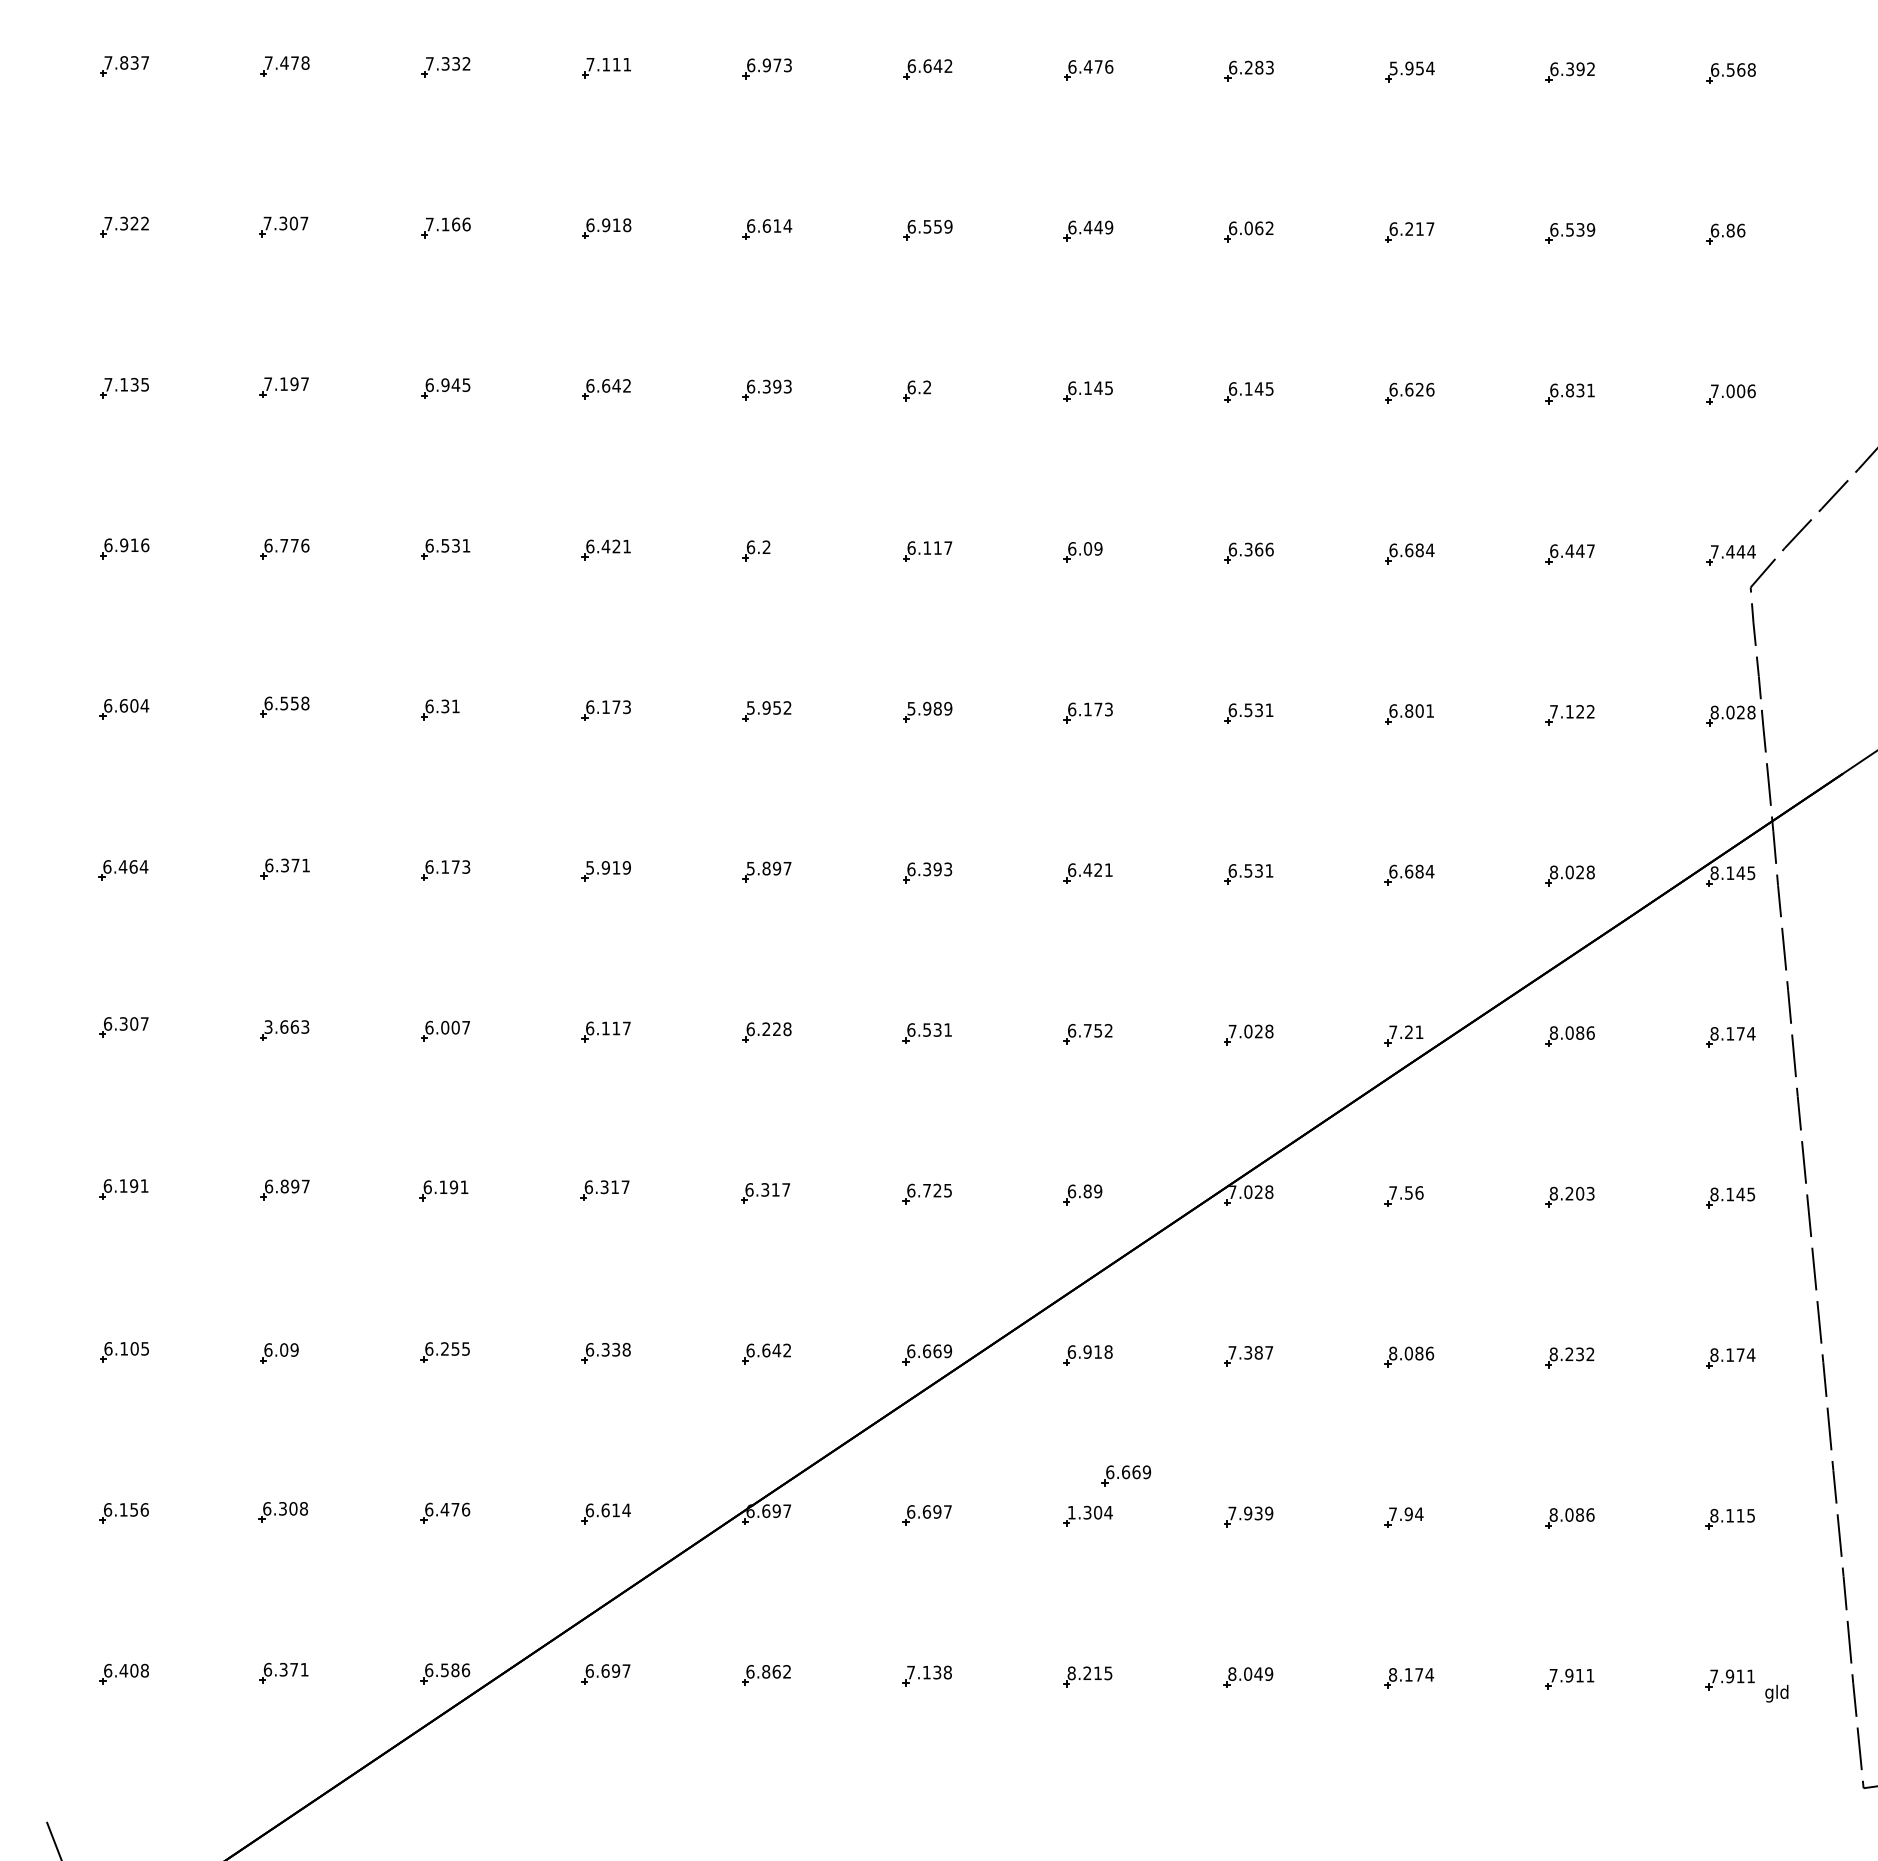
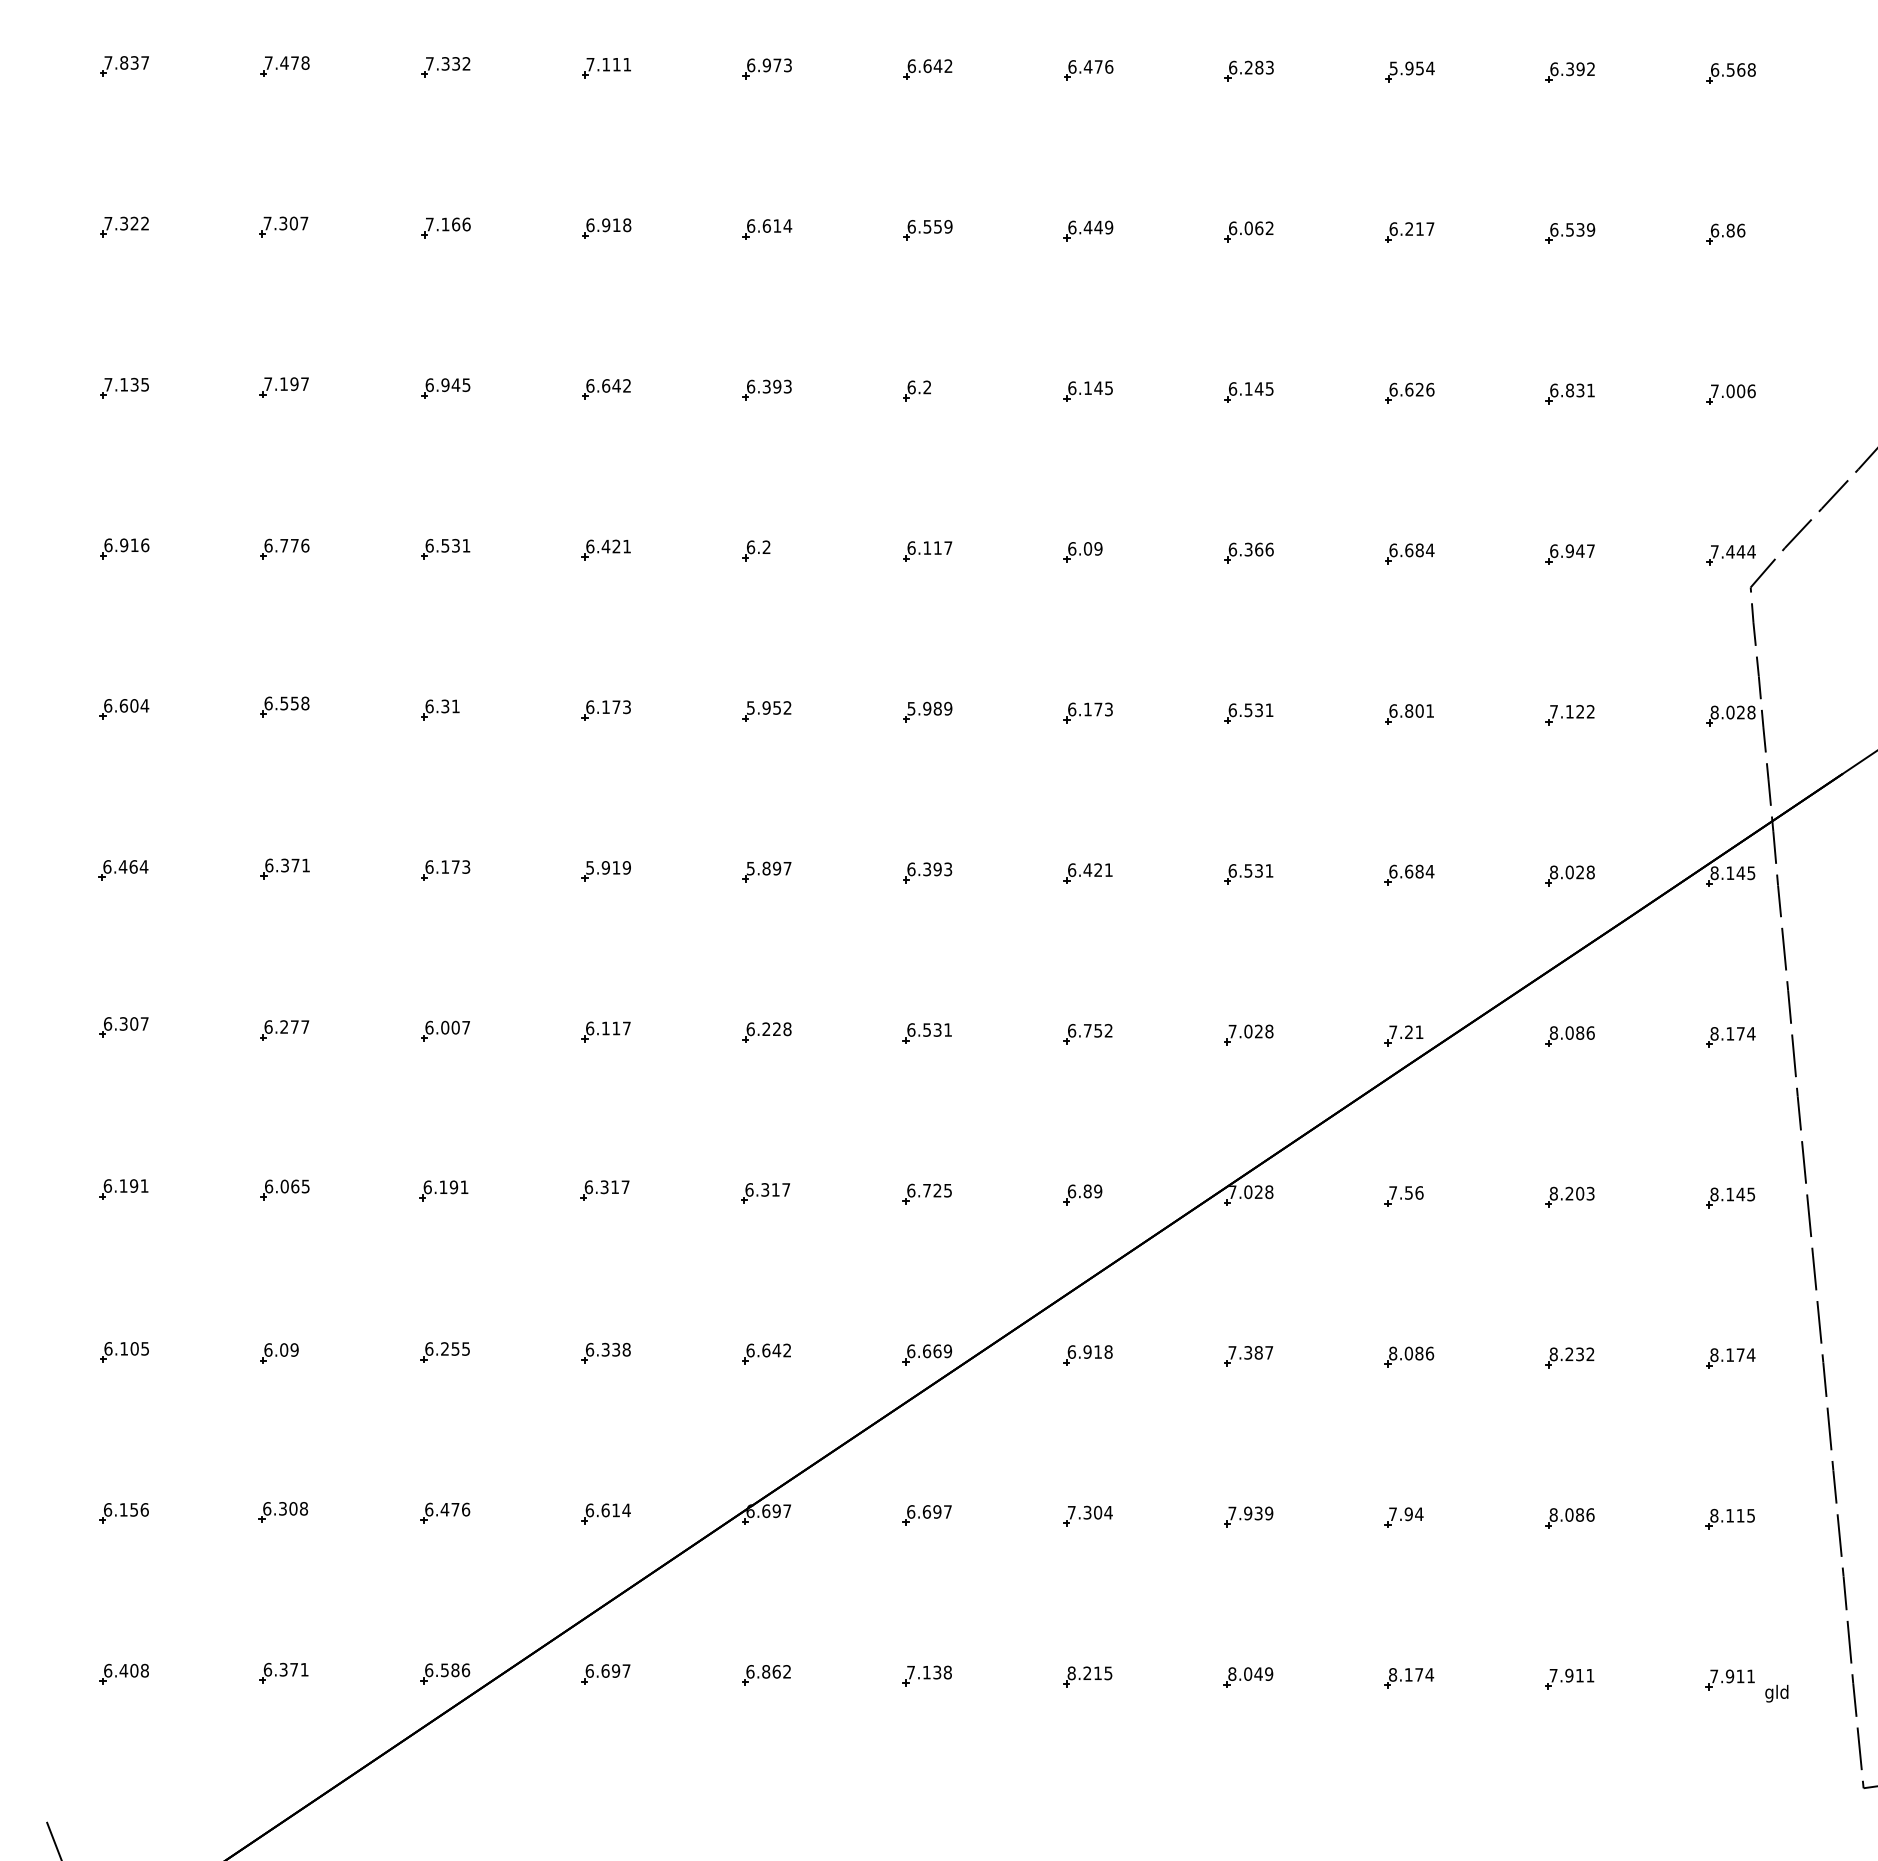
text at (1569, 550): 6.447 -> 6.947
text at (286, 1026): 3.663 -> 6.277
text at (294, 1186): 6.897 -> 6.065
part at (1126, 1475): present -> none
text at (1071, 1512): 1.304 -> 7.304
